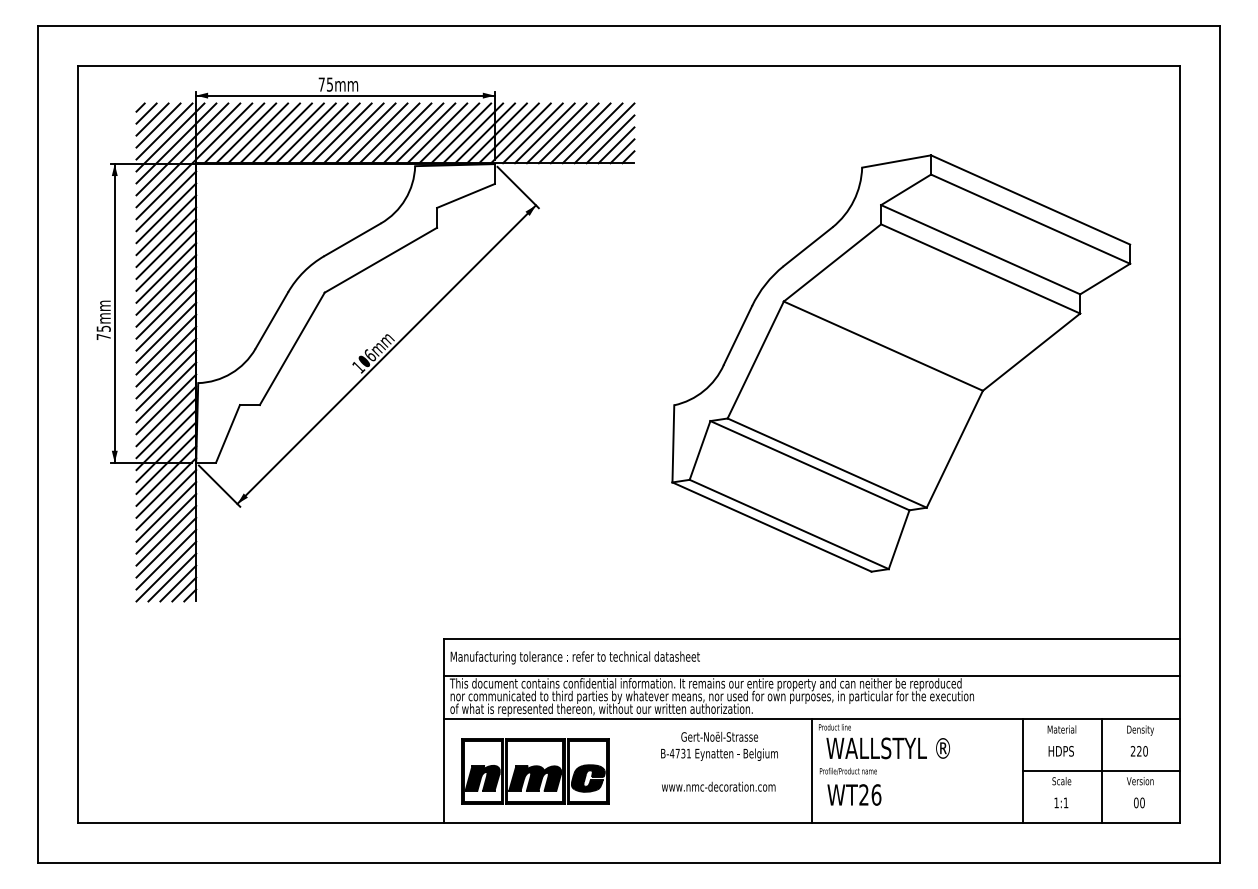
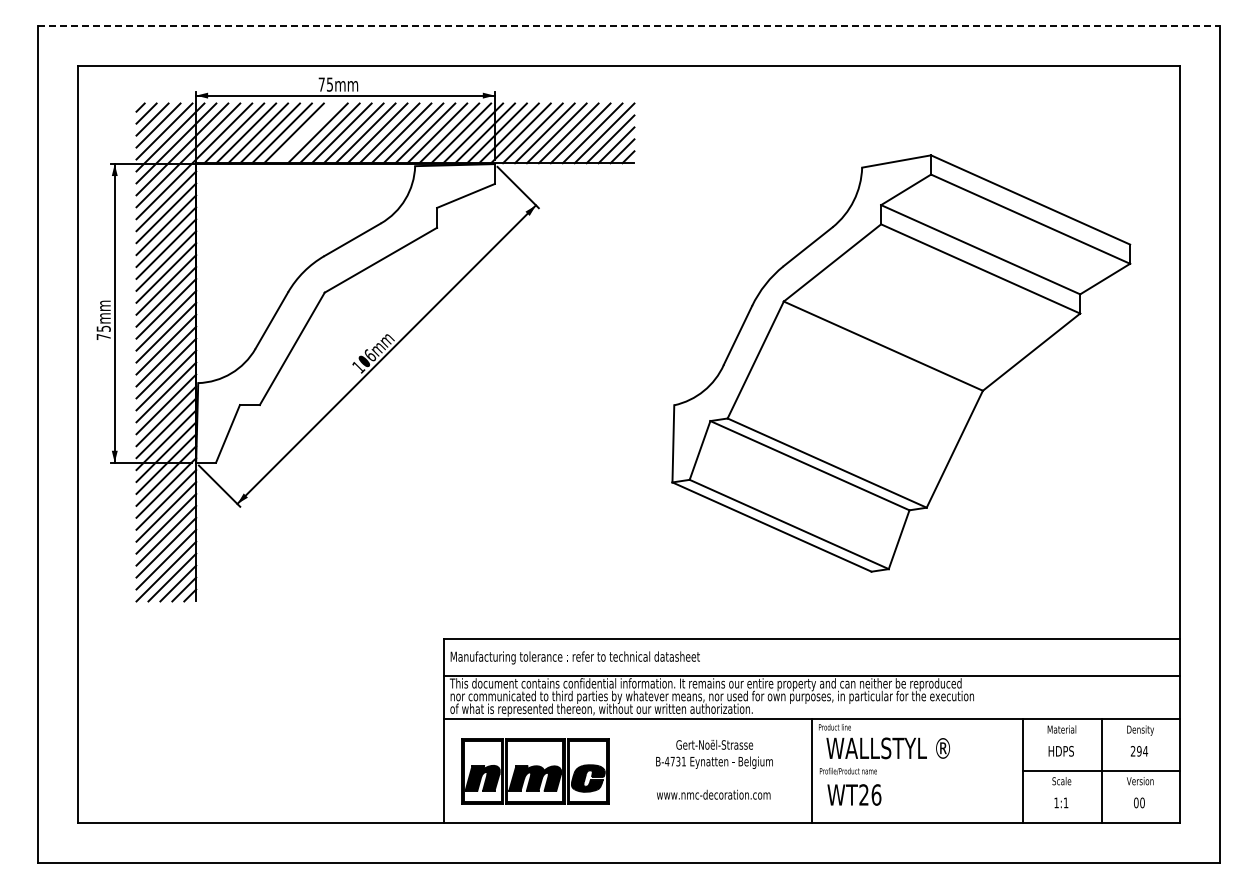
line at (629, 26): solid -> dashed
line at (305, 133): present -> none
text at (1142, 751): 220 -> 294
text at (719, 761) position: (719, 761) -> (714, 769)
